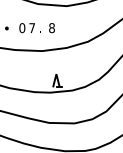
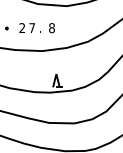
text at (22, 28): 0 -> 2
